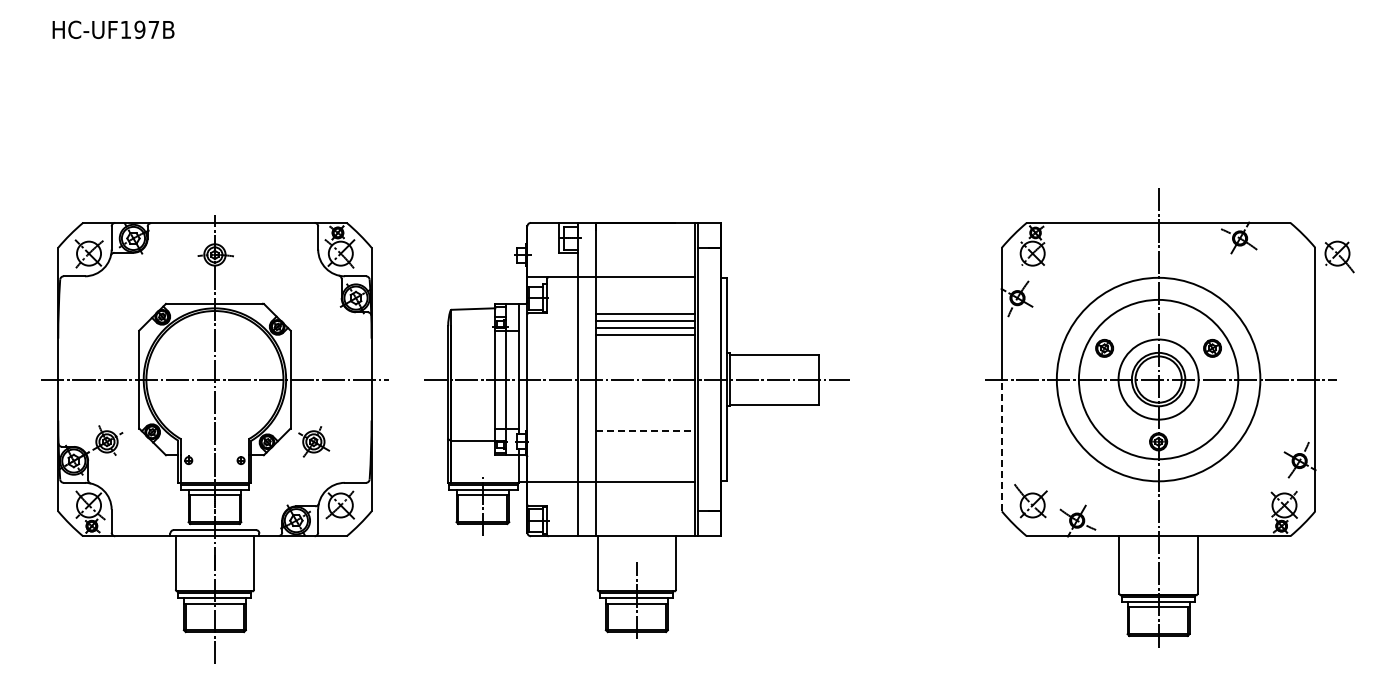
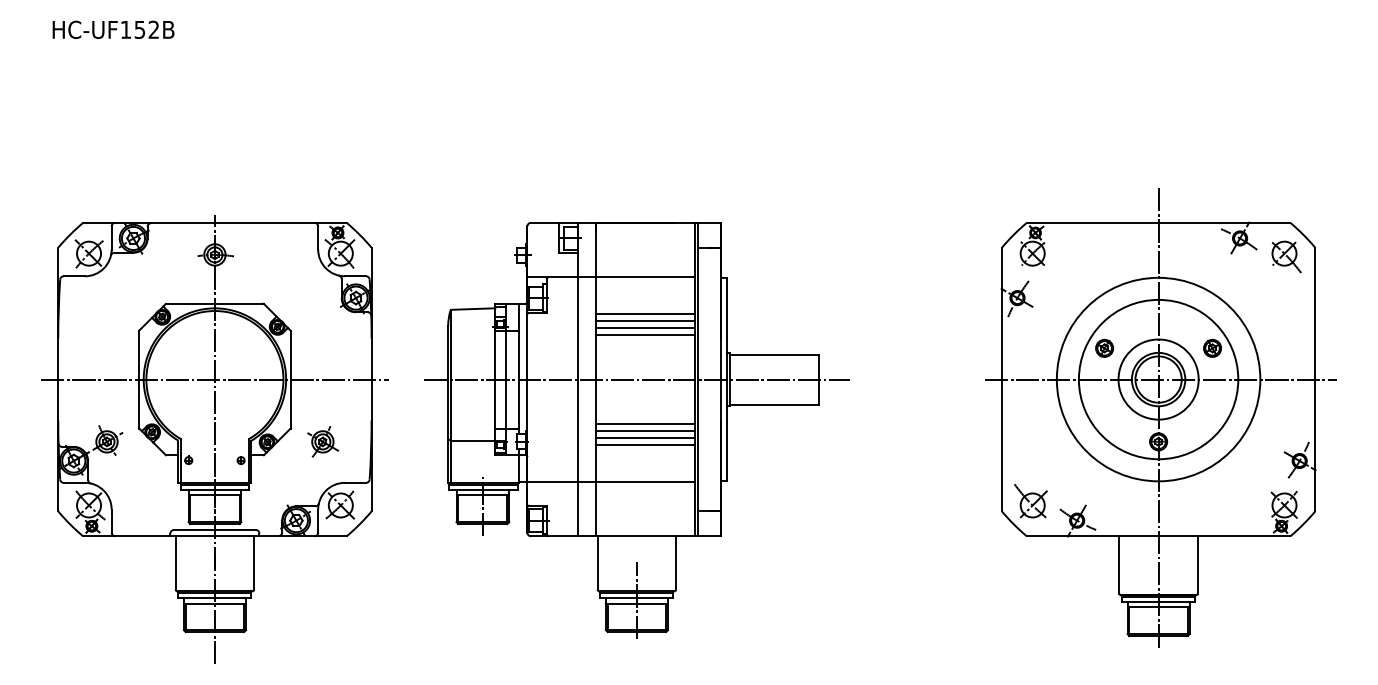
text at (146, 29): HC-UF197B -> HC-UF152B
part at (1339, 256) position: (1339, 256) -> (1286, 256)
line at (644, 424): none -> present
line at (645, 431): dashed -> solid
line at (644, 438): none -> present
part at (314, 441) position: (314, 441) -> (323, 441)
line at (644, 445): none -> present
line at (1001, 445): dashed -> solid
